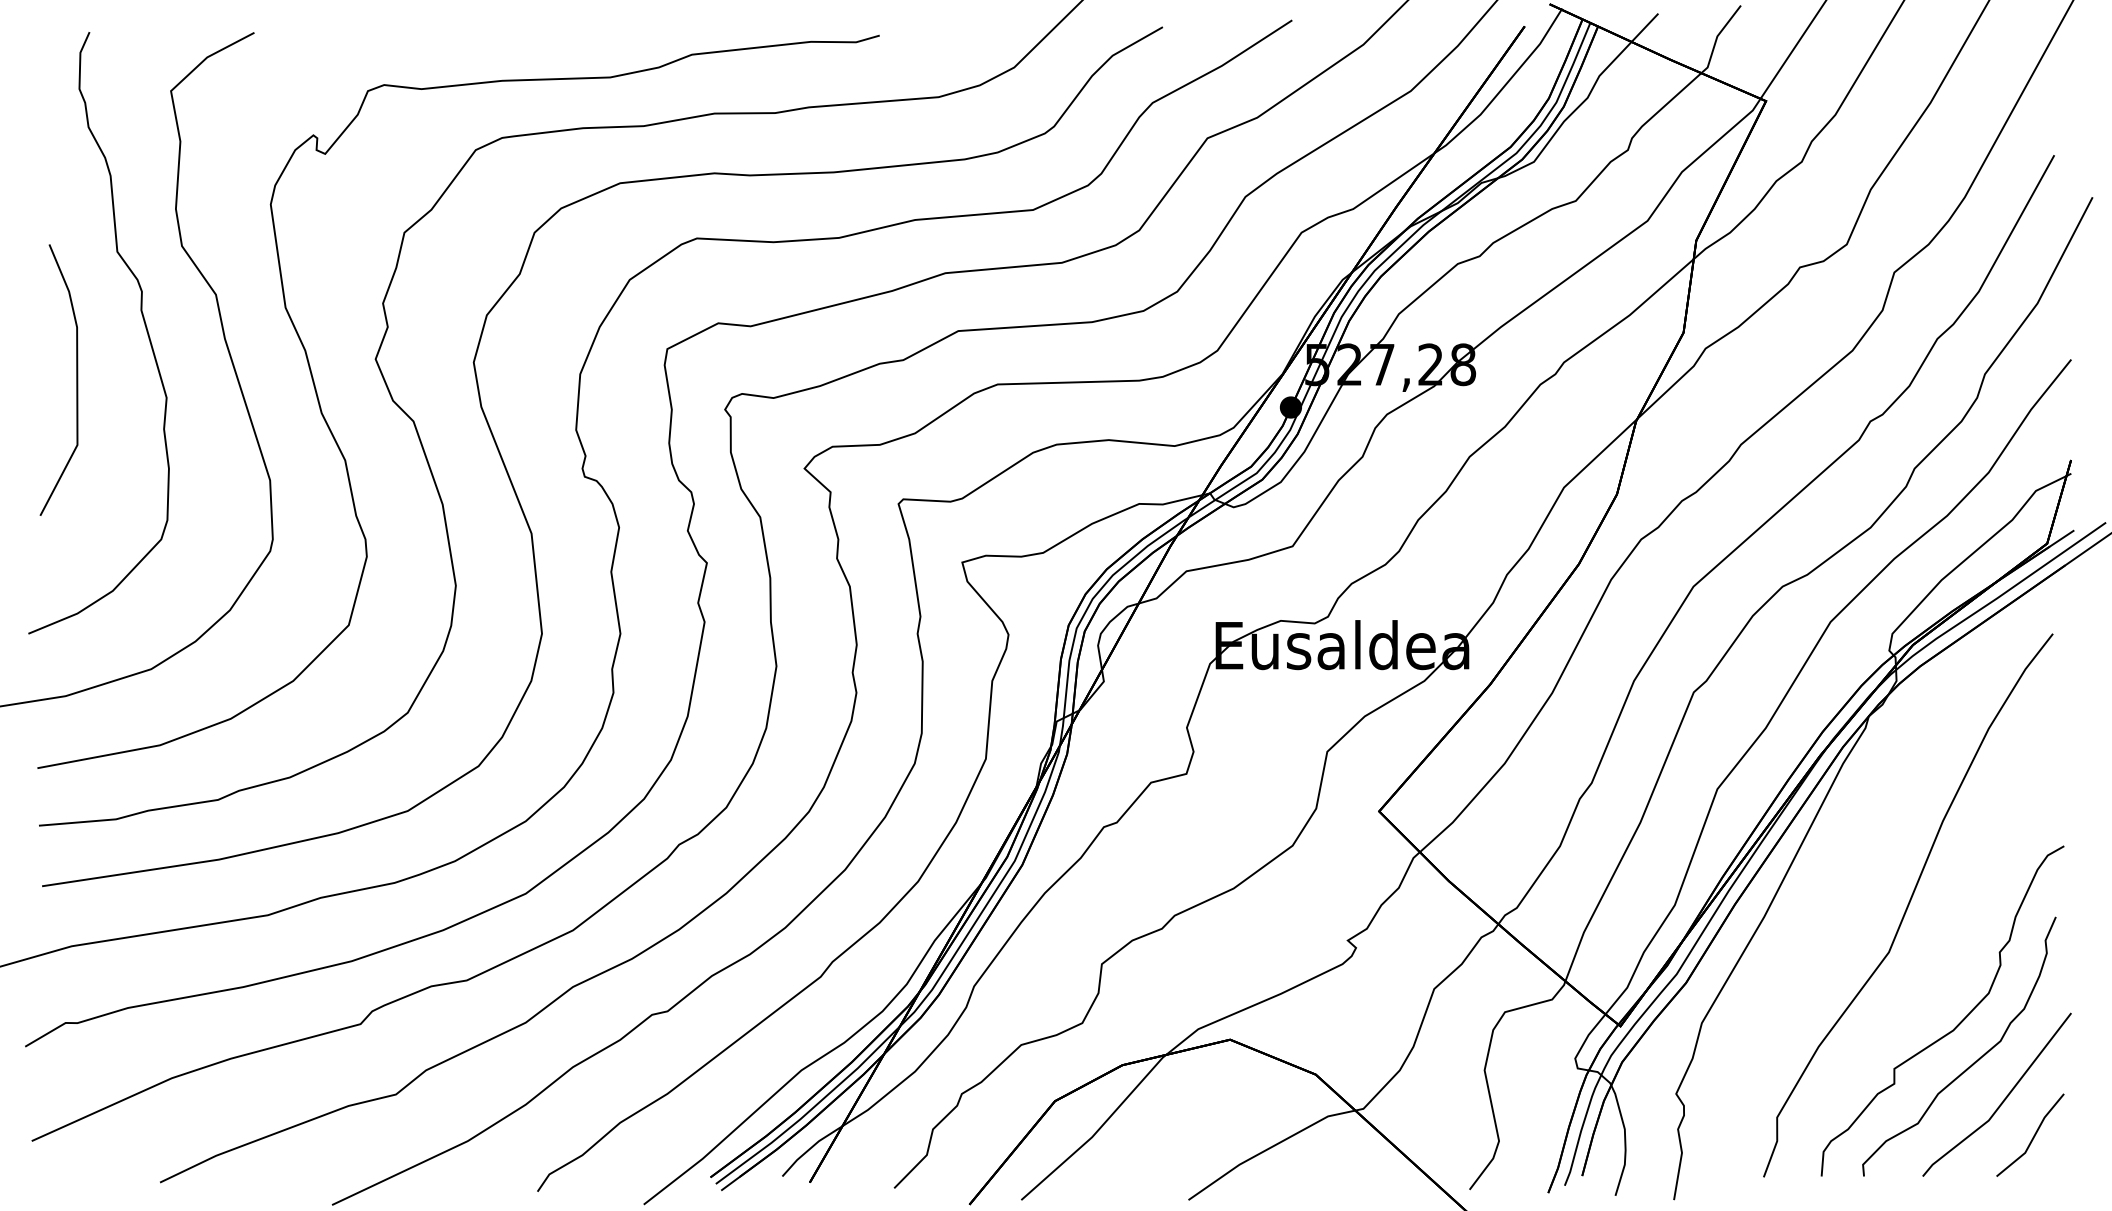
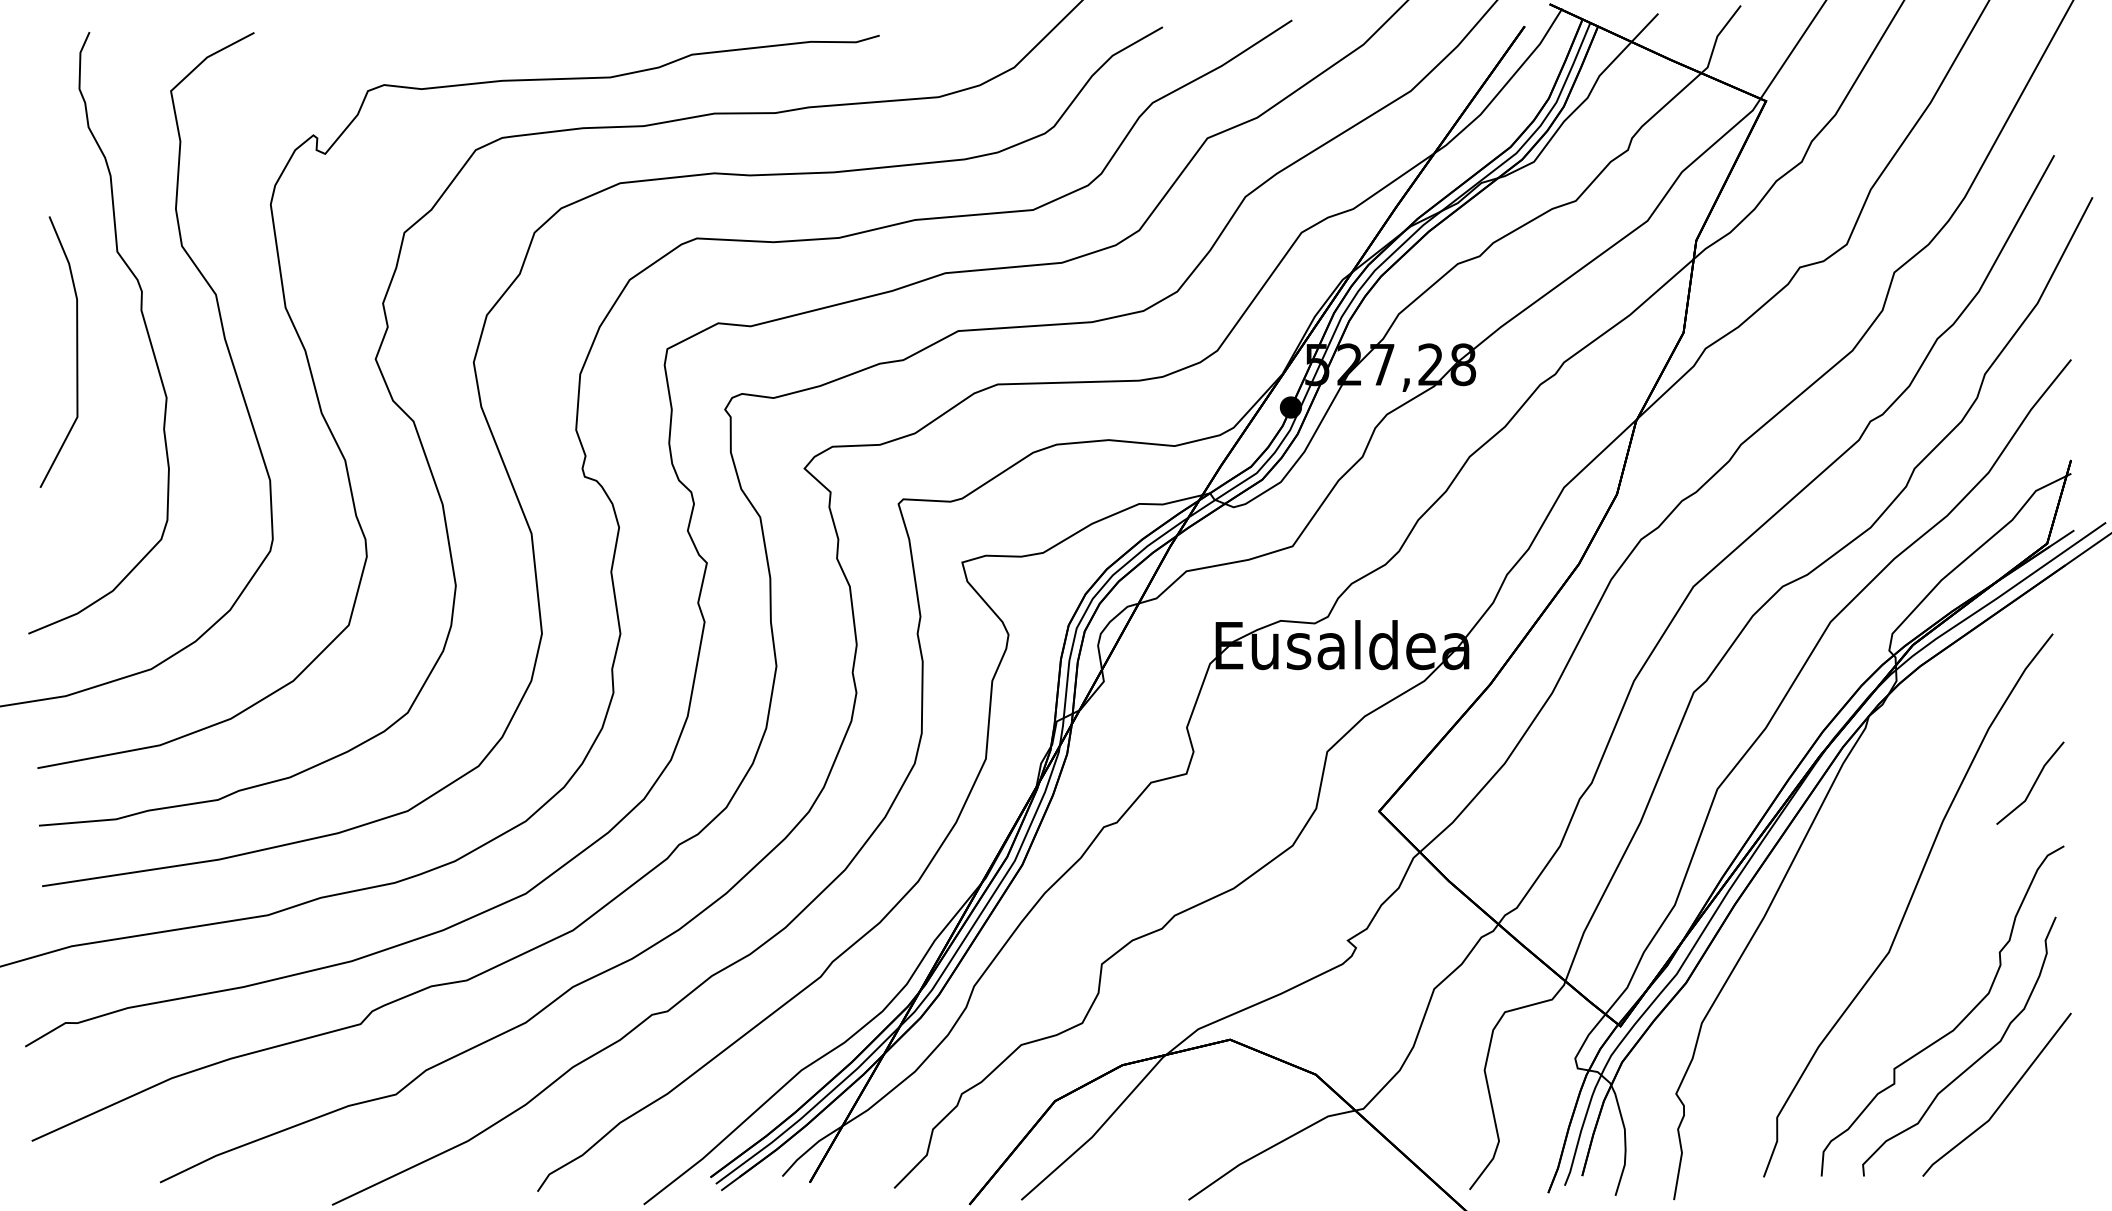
part at (76, 379) position: (76, 379) -> (76, 351)
part at (2030, 1134) position: (2030, 1134) -> (2030, 782)
